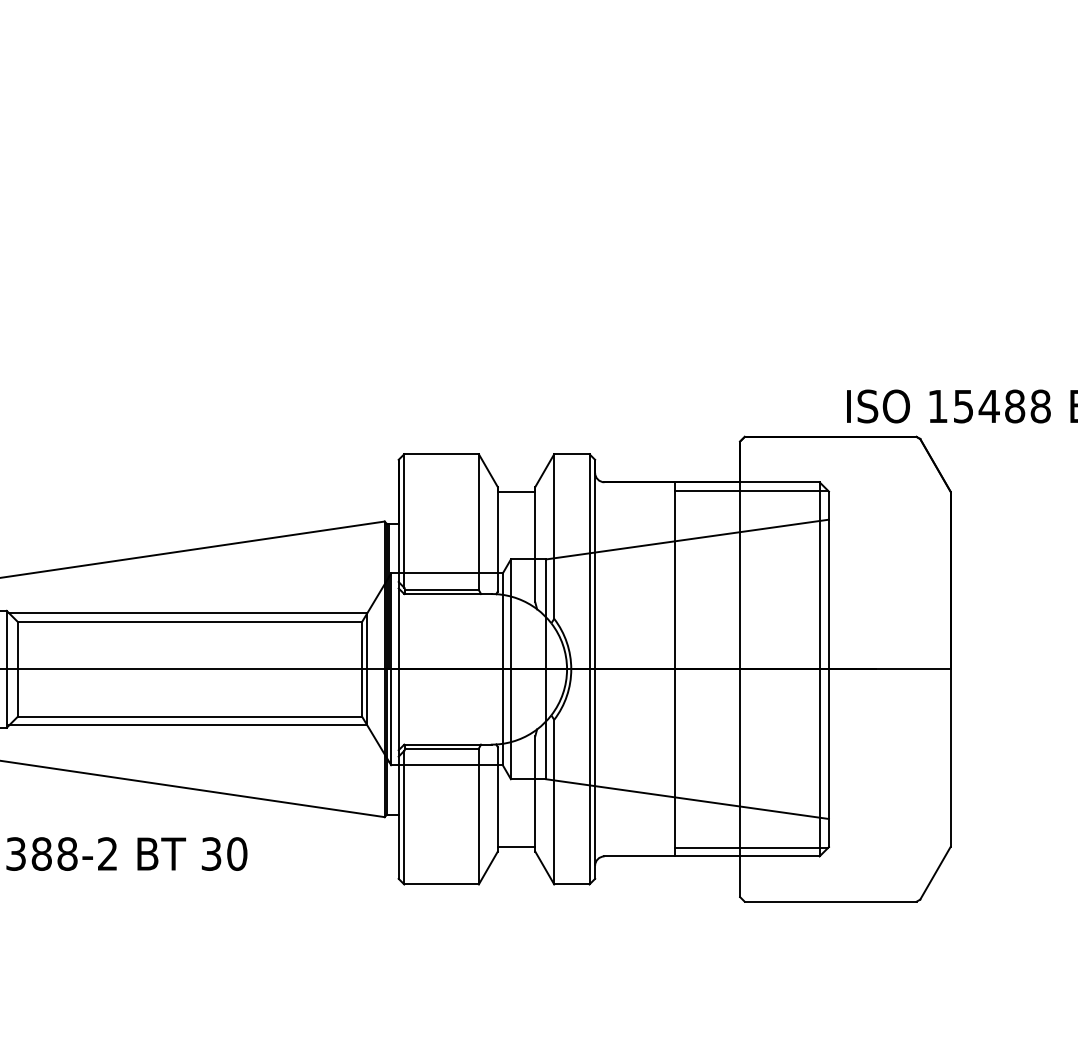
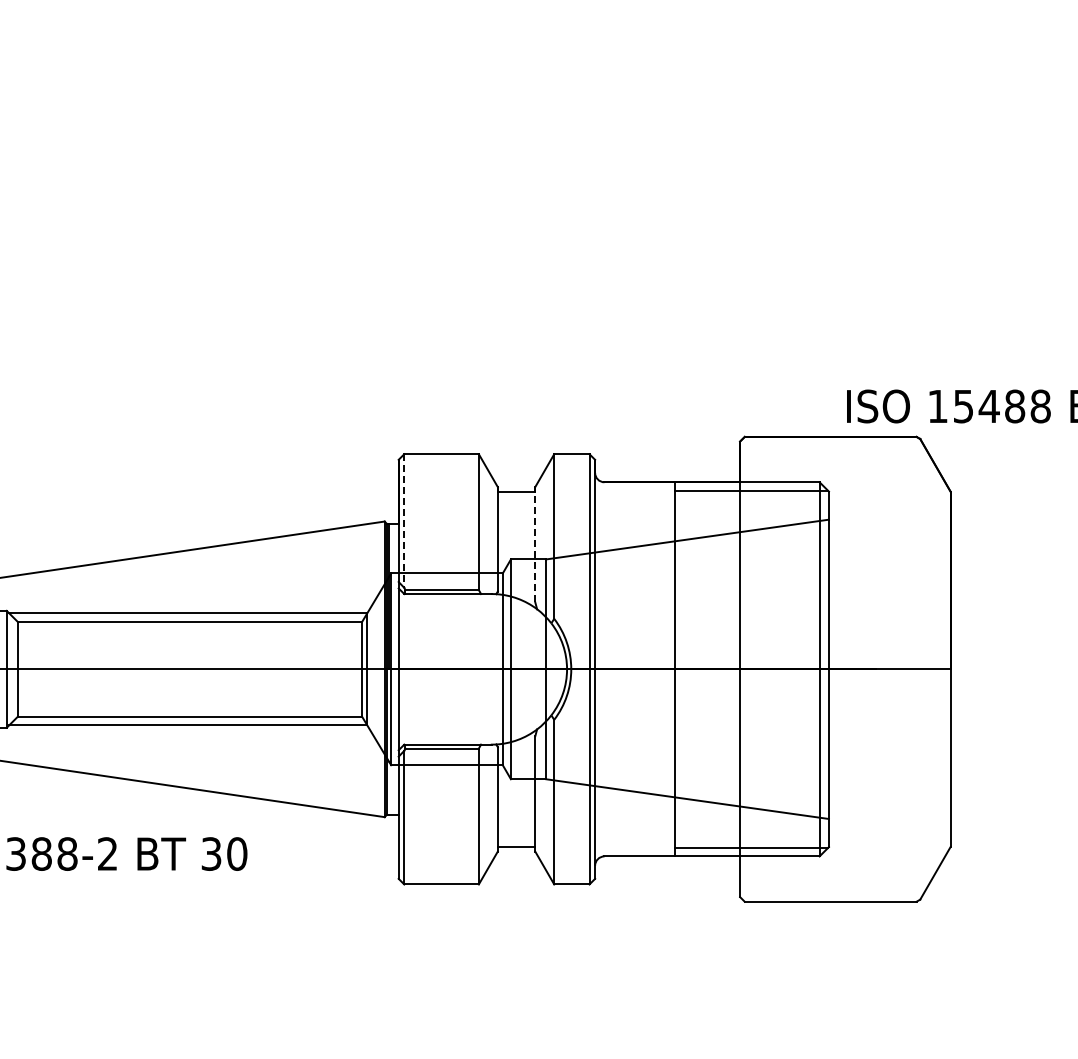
line at (404, 521): solid -> dashed
line at (535, 544): solid -> dashed
